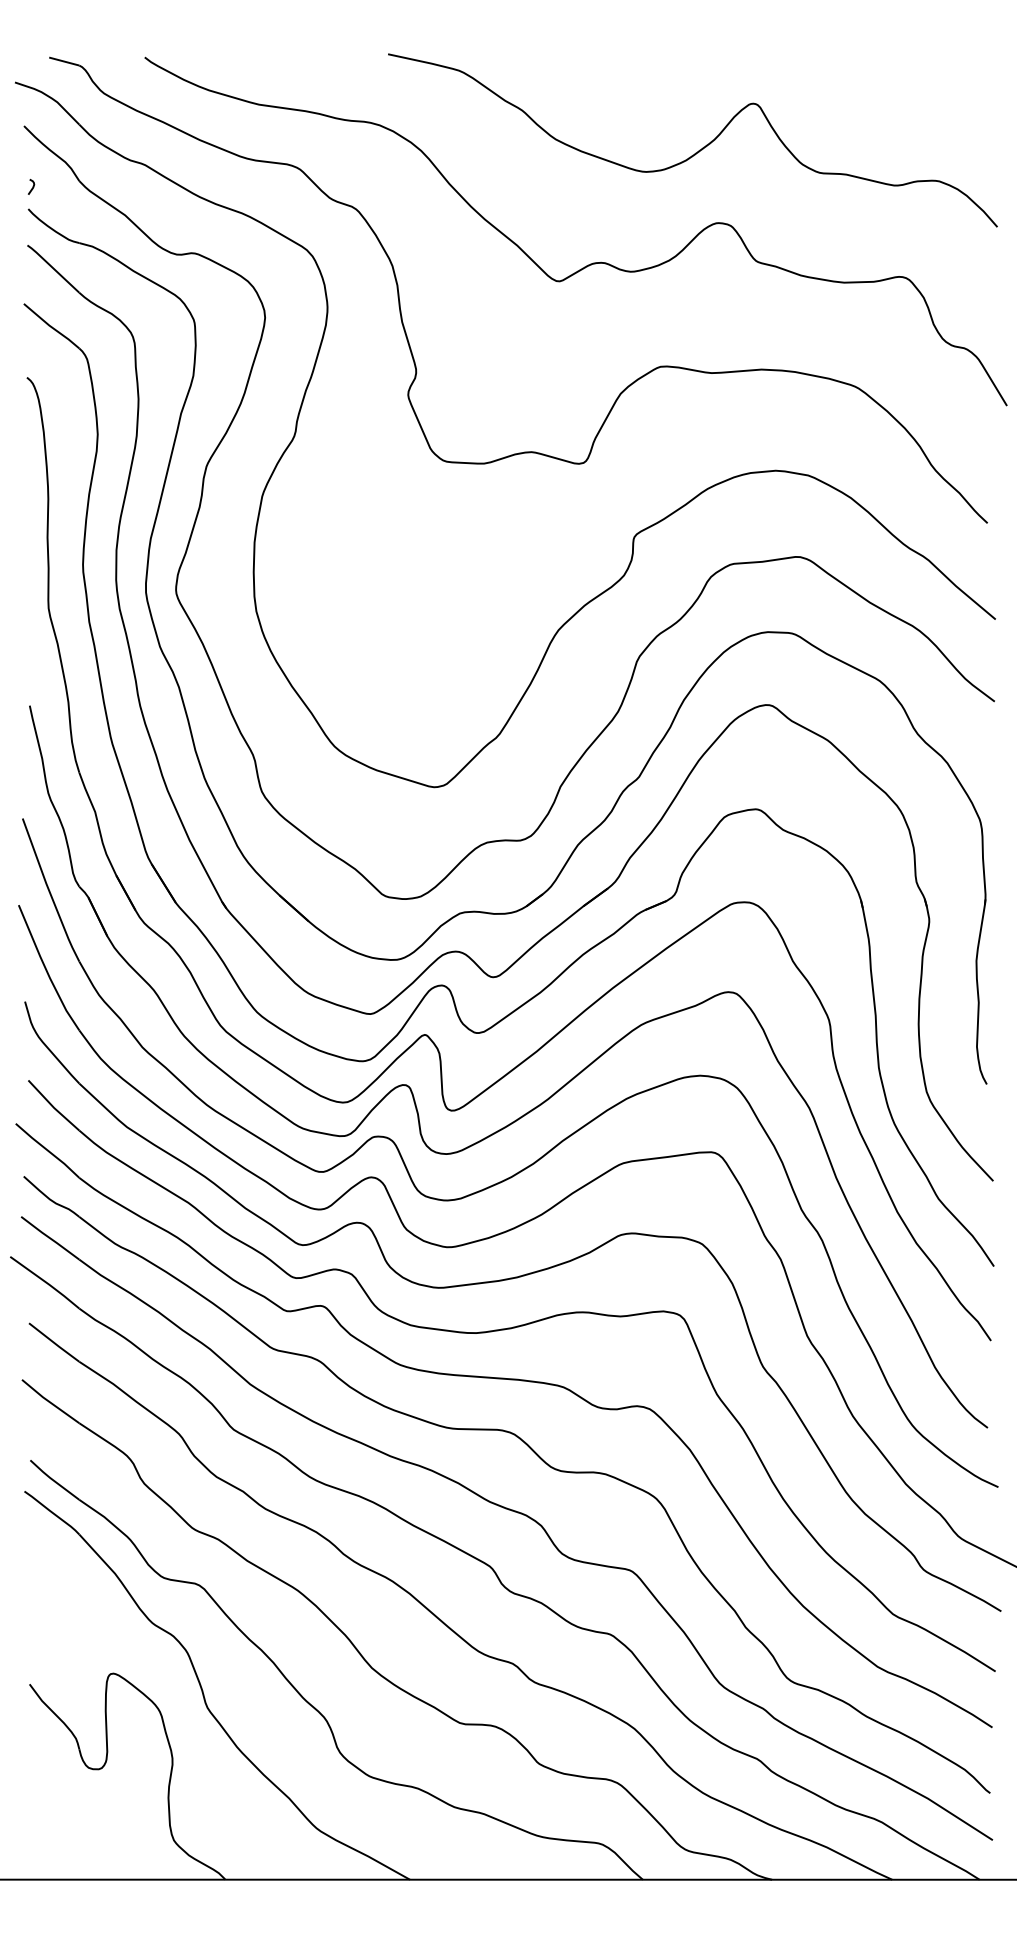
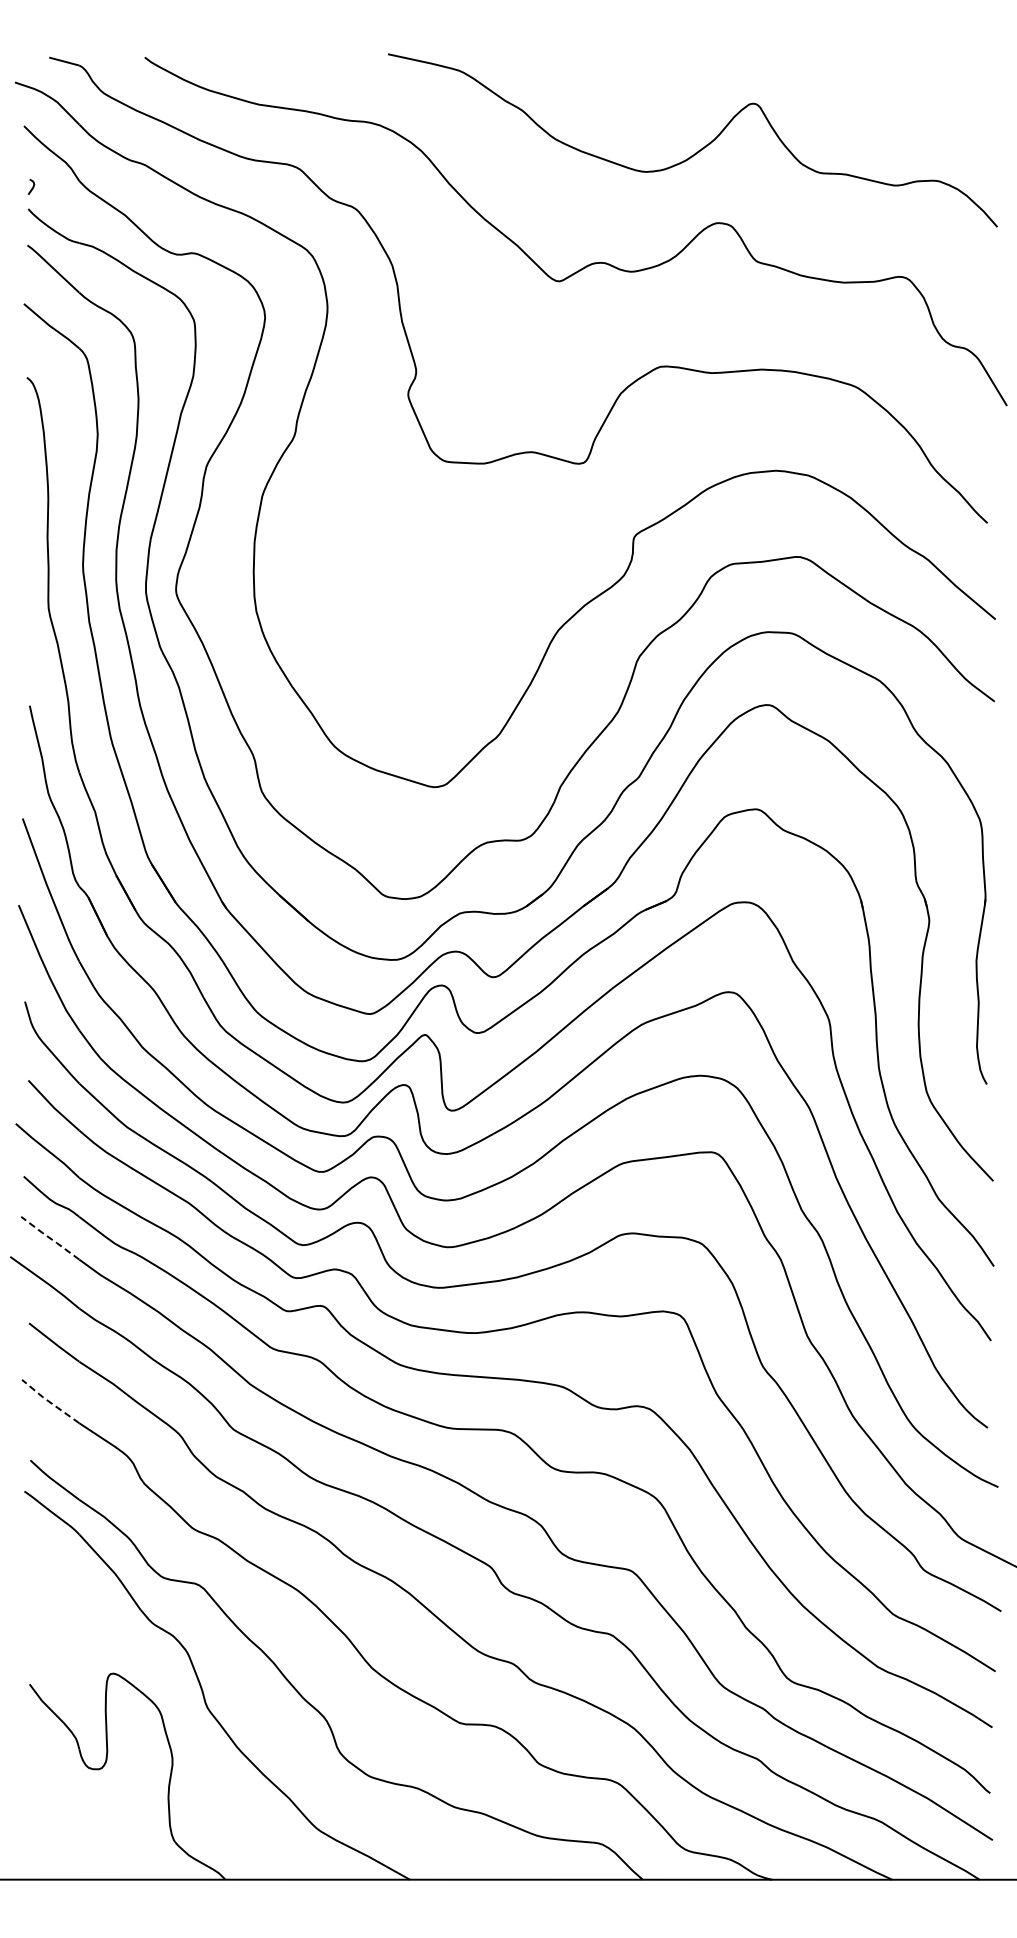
line at (49, 1238): solid -> dashed
line at (49, 1401): solid -> dashed
